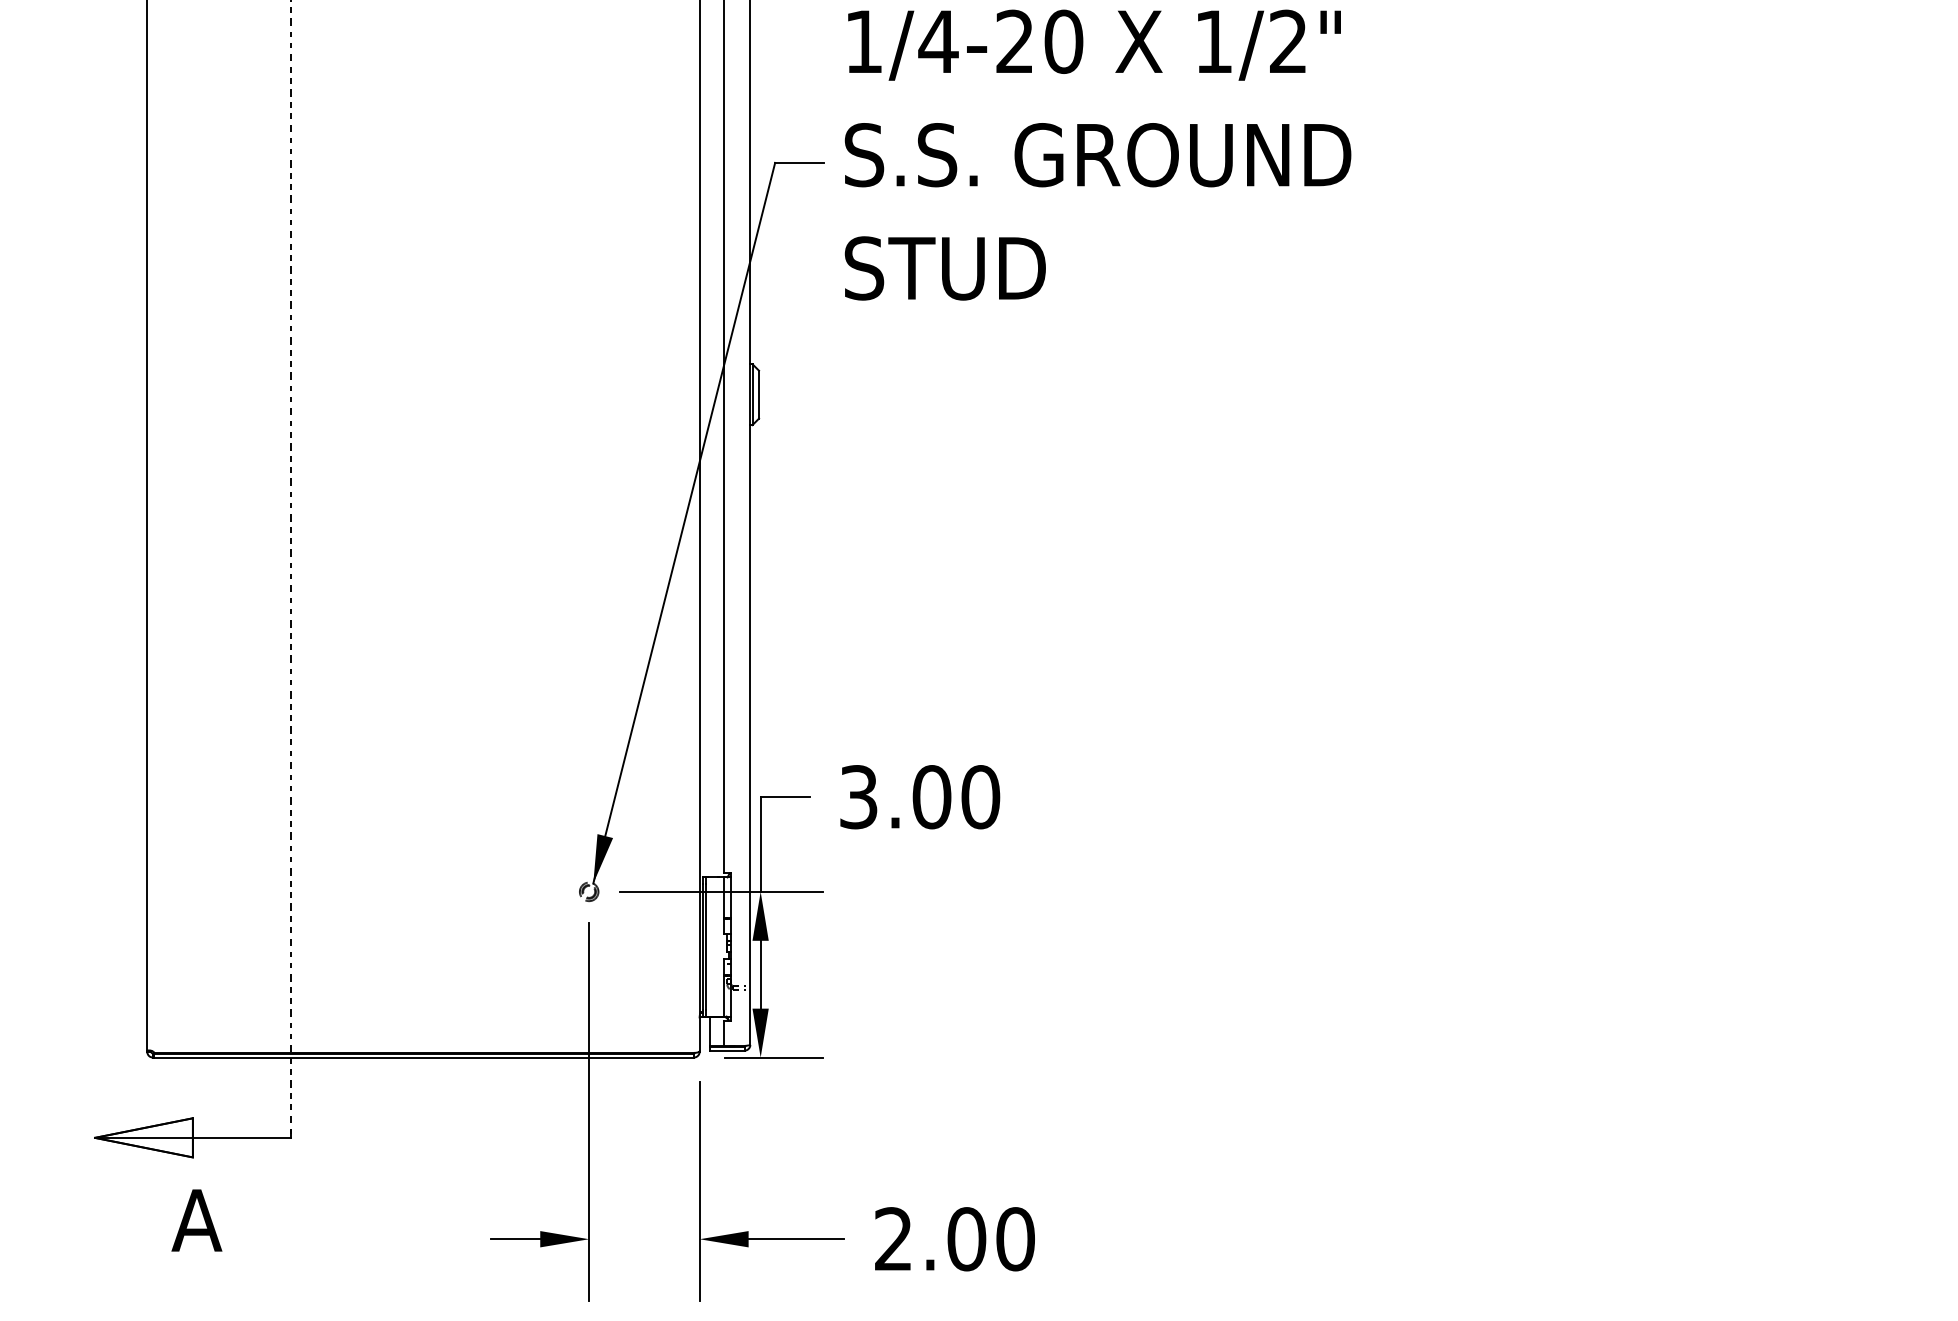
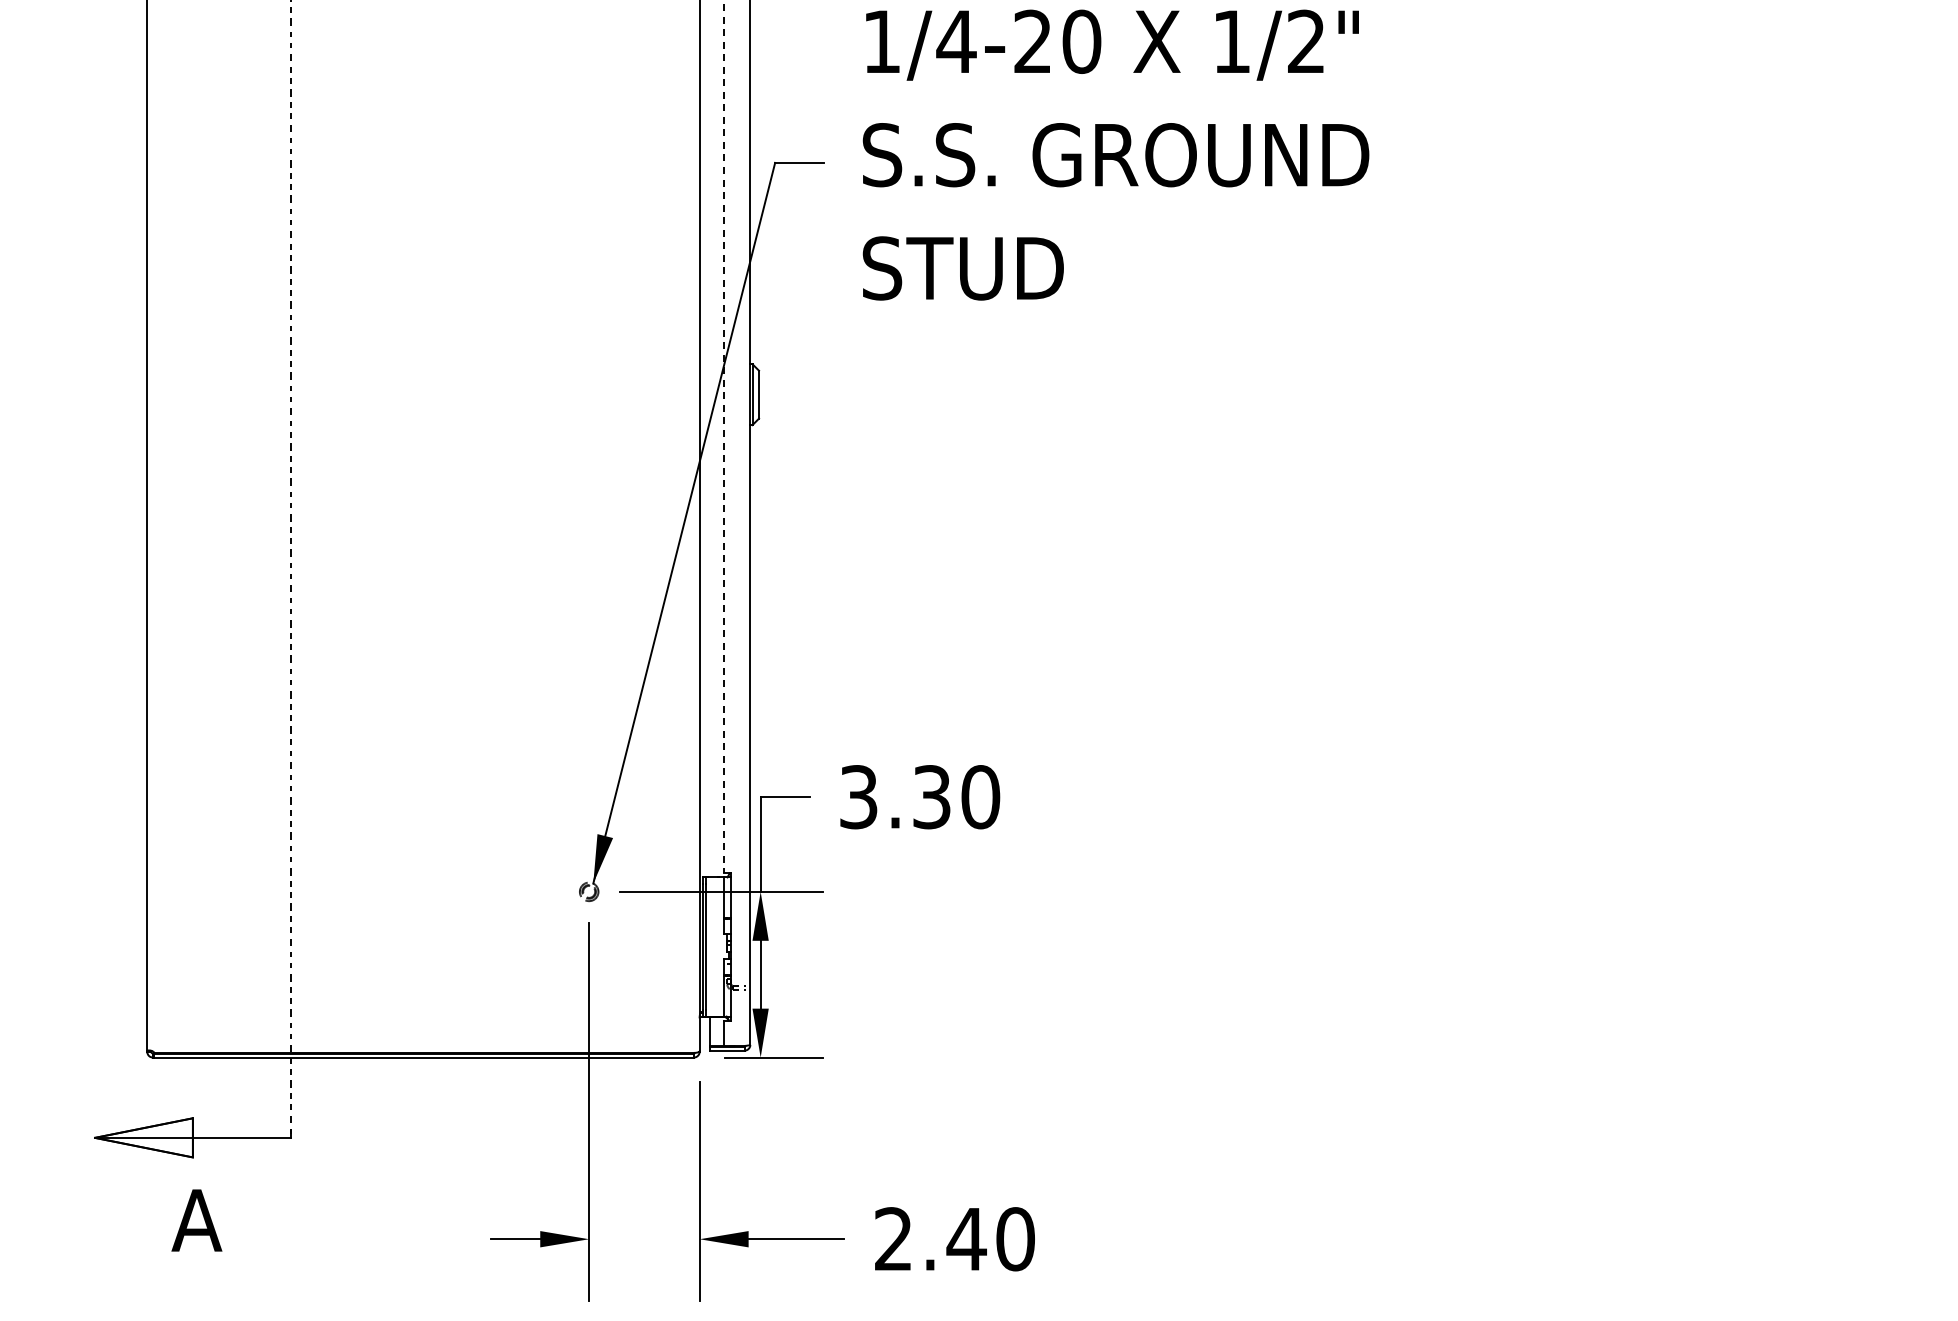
text at (1097, 154) position: (1097, 154) -> (1115, 154)
line at (723, 437): solid -> dashed
text at (931, 797): 3.00 -> 3.30
text at (966, 1239): 2.00 -> 2.40
